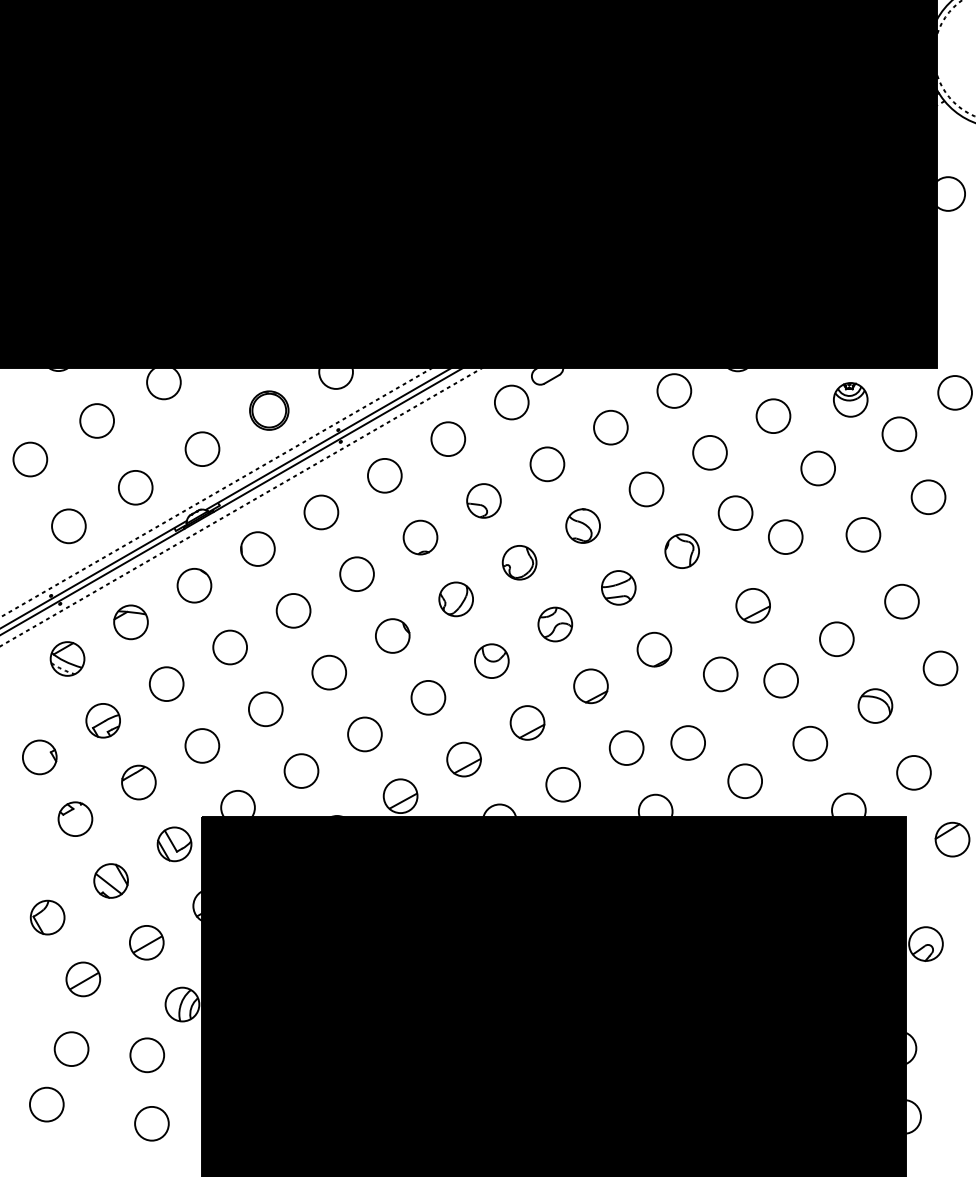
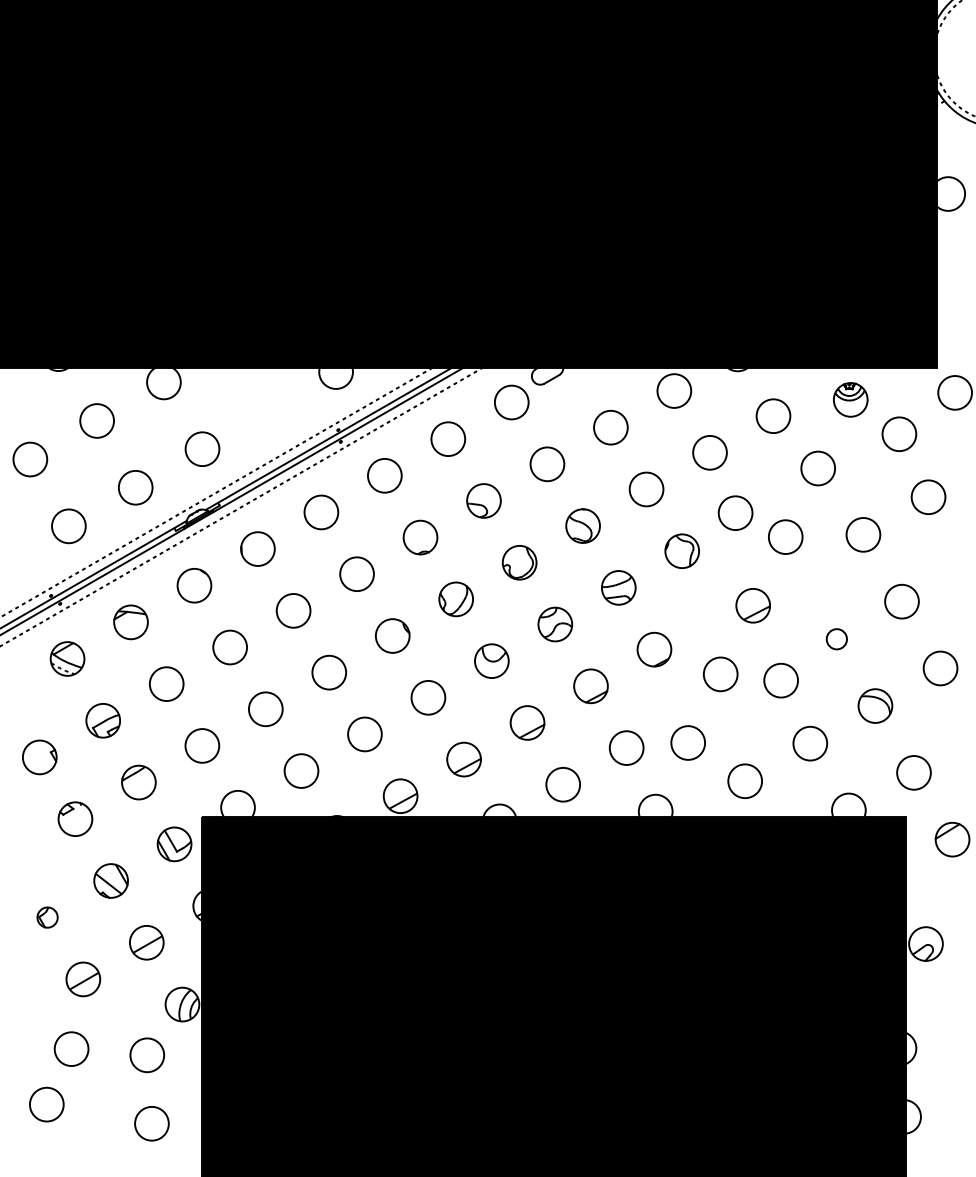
part at (269, 410): present -> none
circle at (836, 639) diameter: 34 px -> 20 px
part at (47, 917) size: 37x37 px -> 23x23 px
